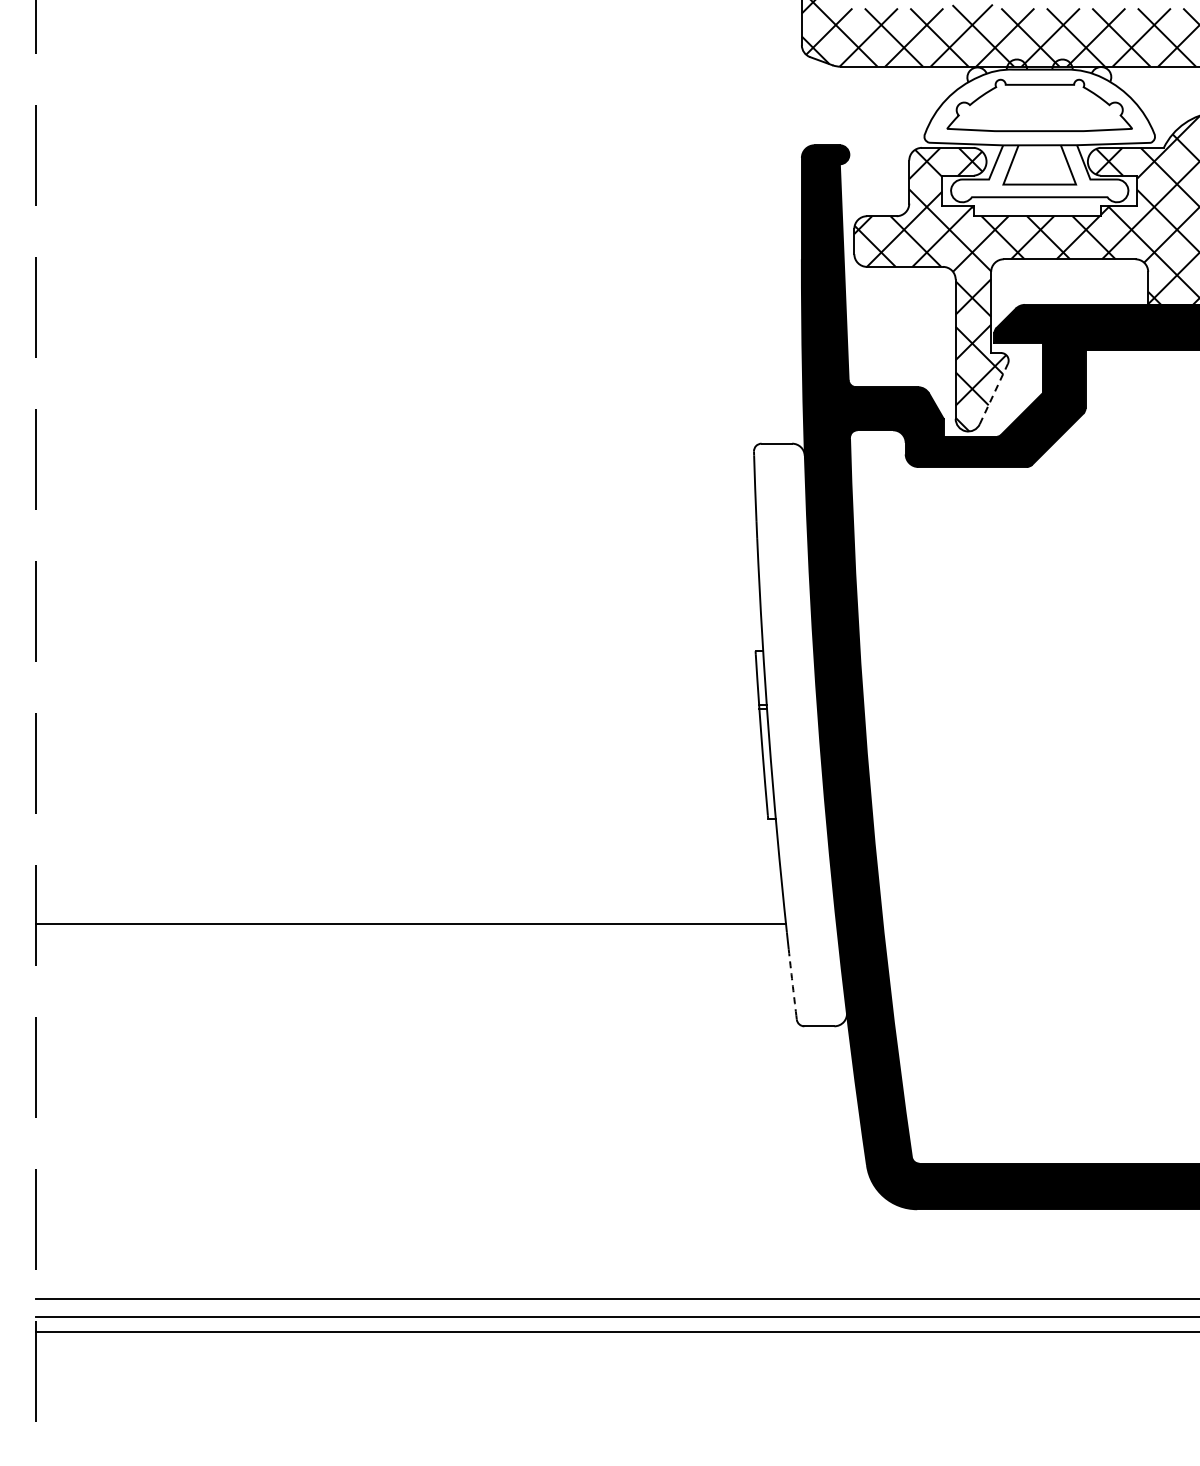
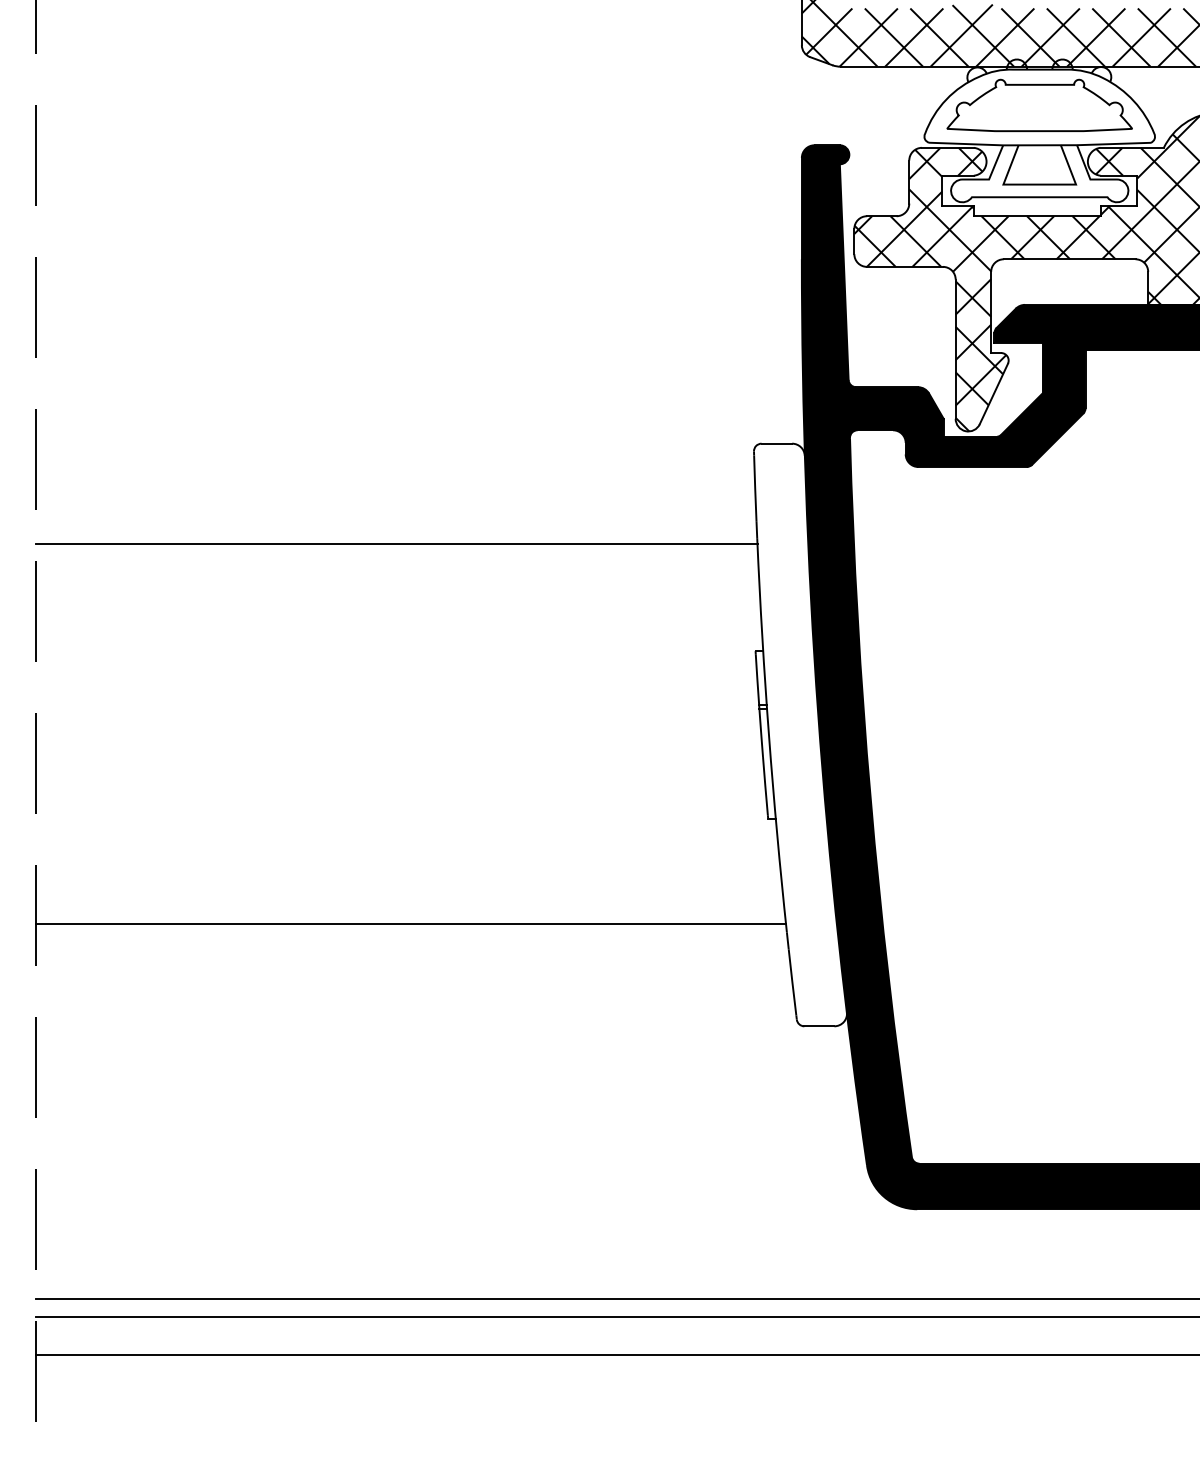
line at (994, 393): dashed -> solid
line at (396, 544): none -> present
arc at (792, 982): dashed -> solid
line at (616, 1331) position: (616, 1331) -> (616, 1354)
